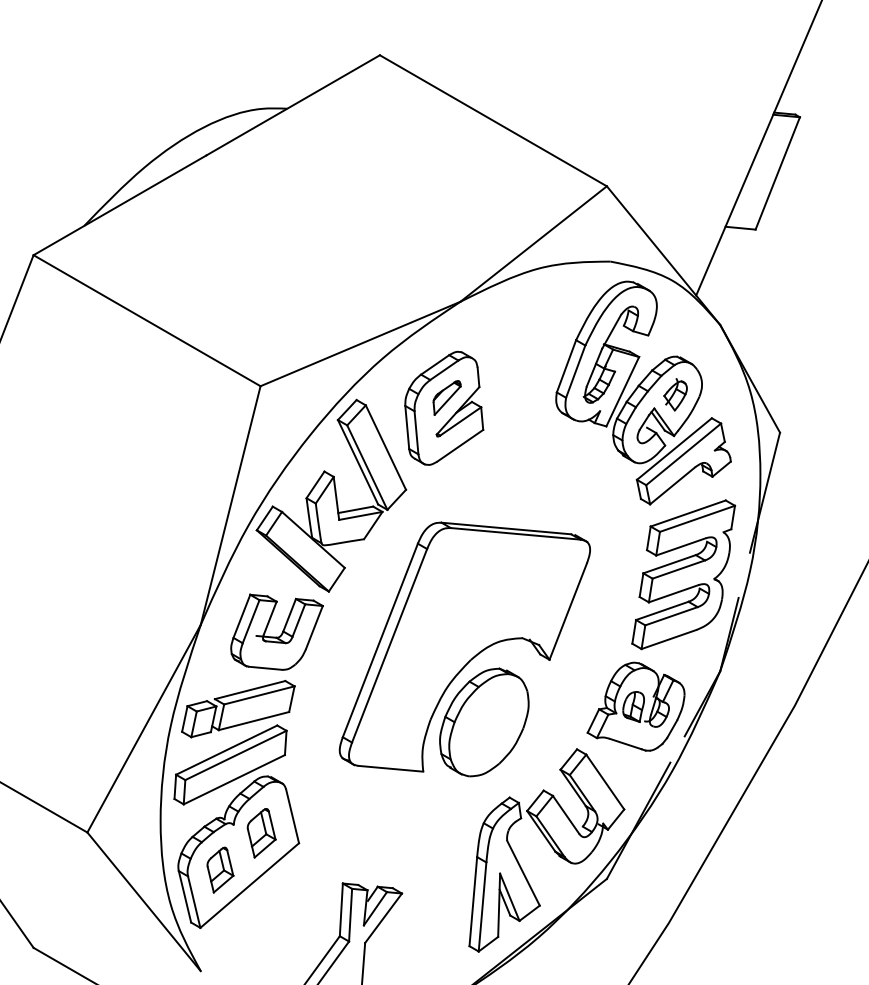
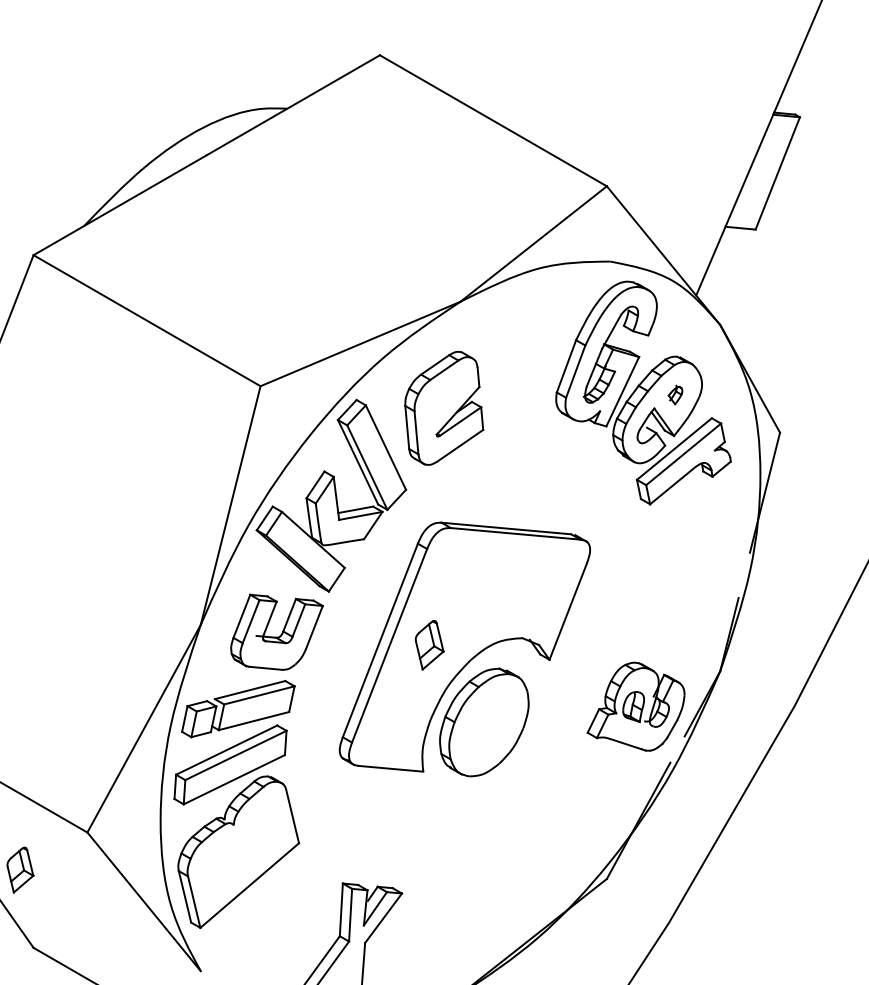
part at (675, 394) size: 25x34 px -> 17x22 px
part at (446, 397): present -> none
part at (683, 574): present -> none
part at (261, 833) position: (261, 833) -> (429, 645)
part at (546, 850): present -> none
part at (220, 869) position: (220, 869) -> (20, 869)
